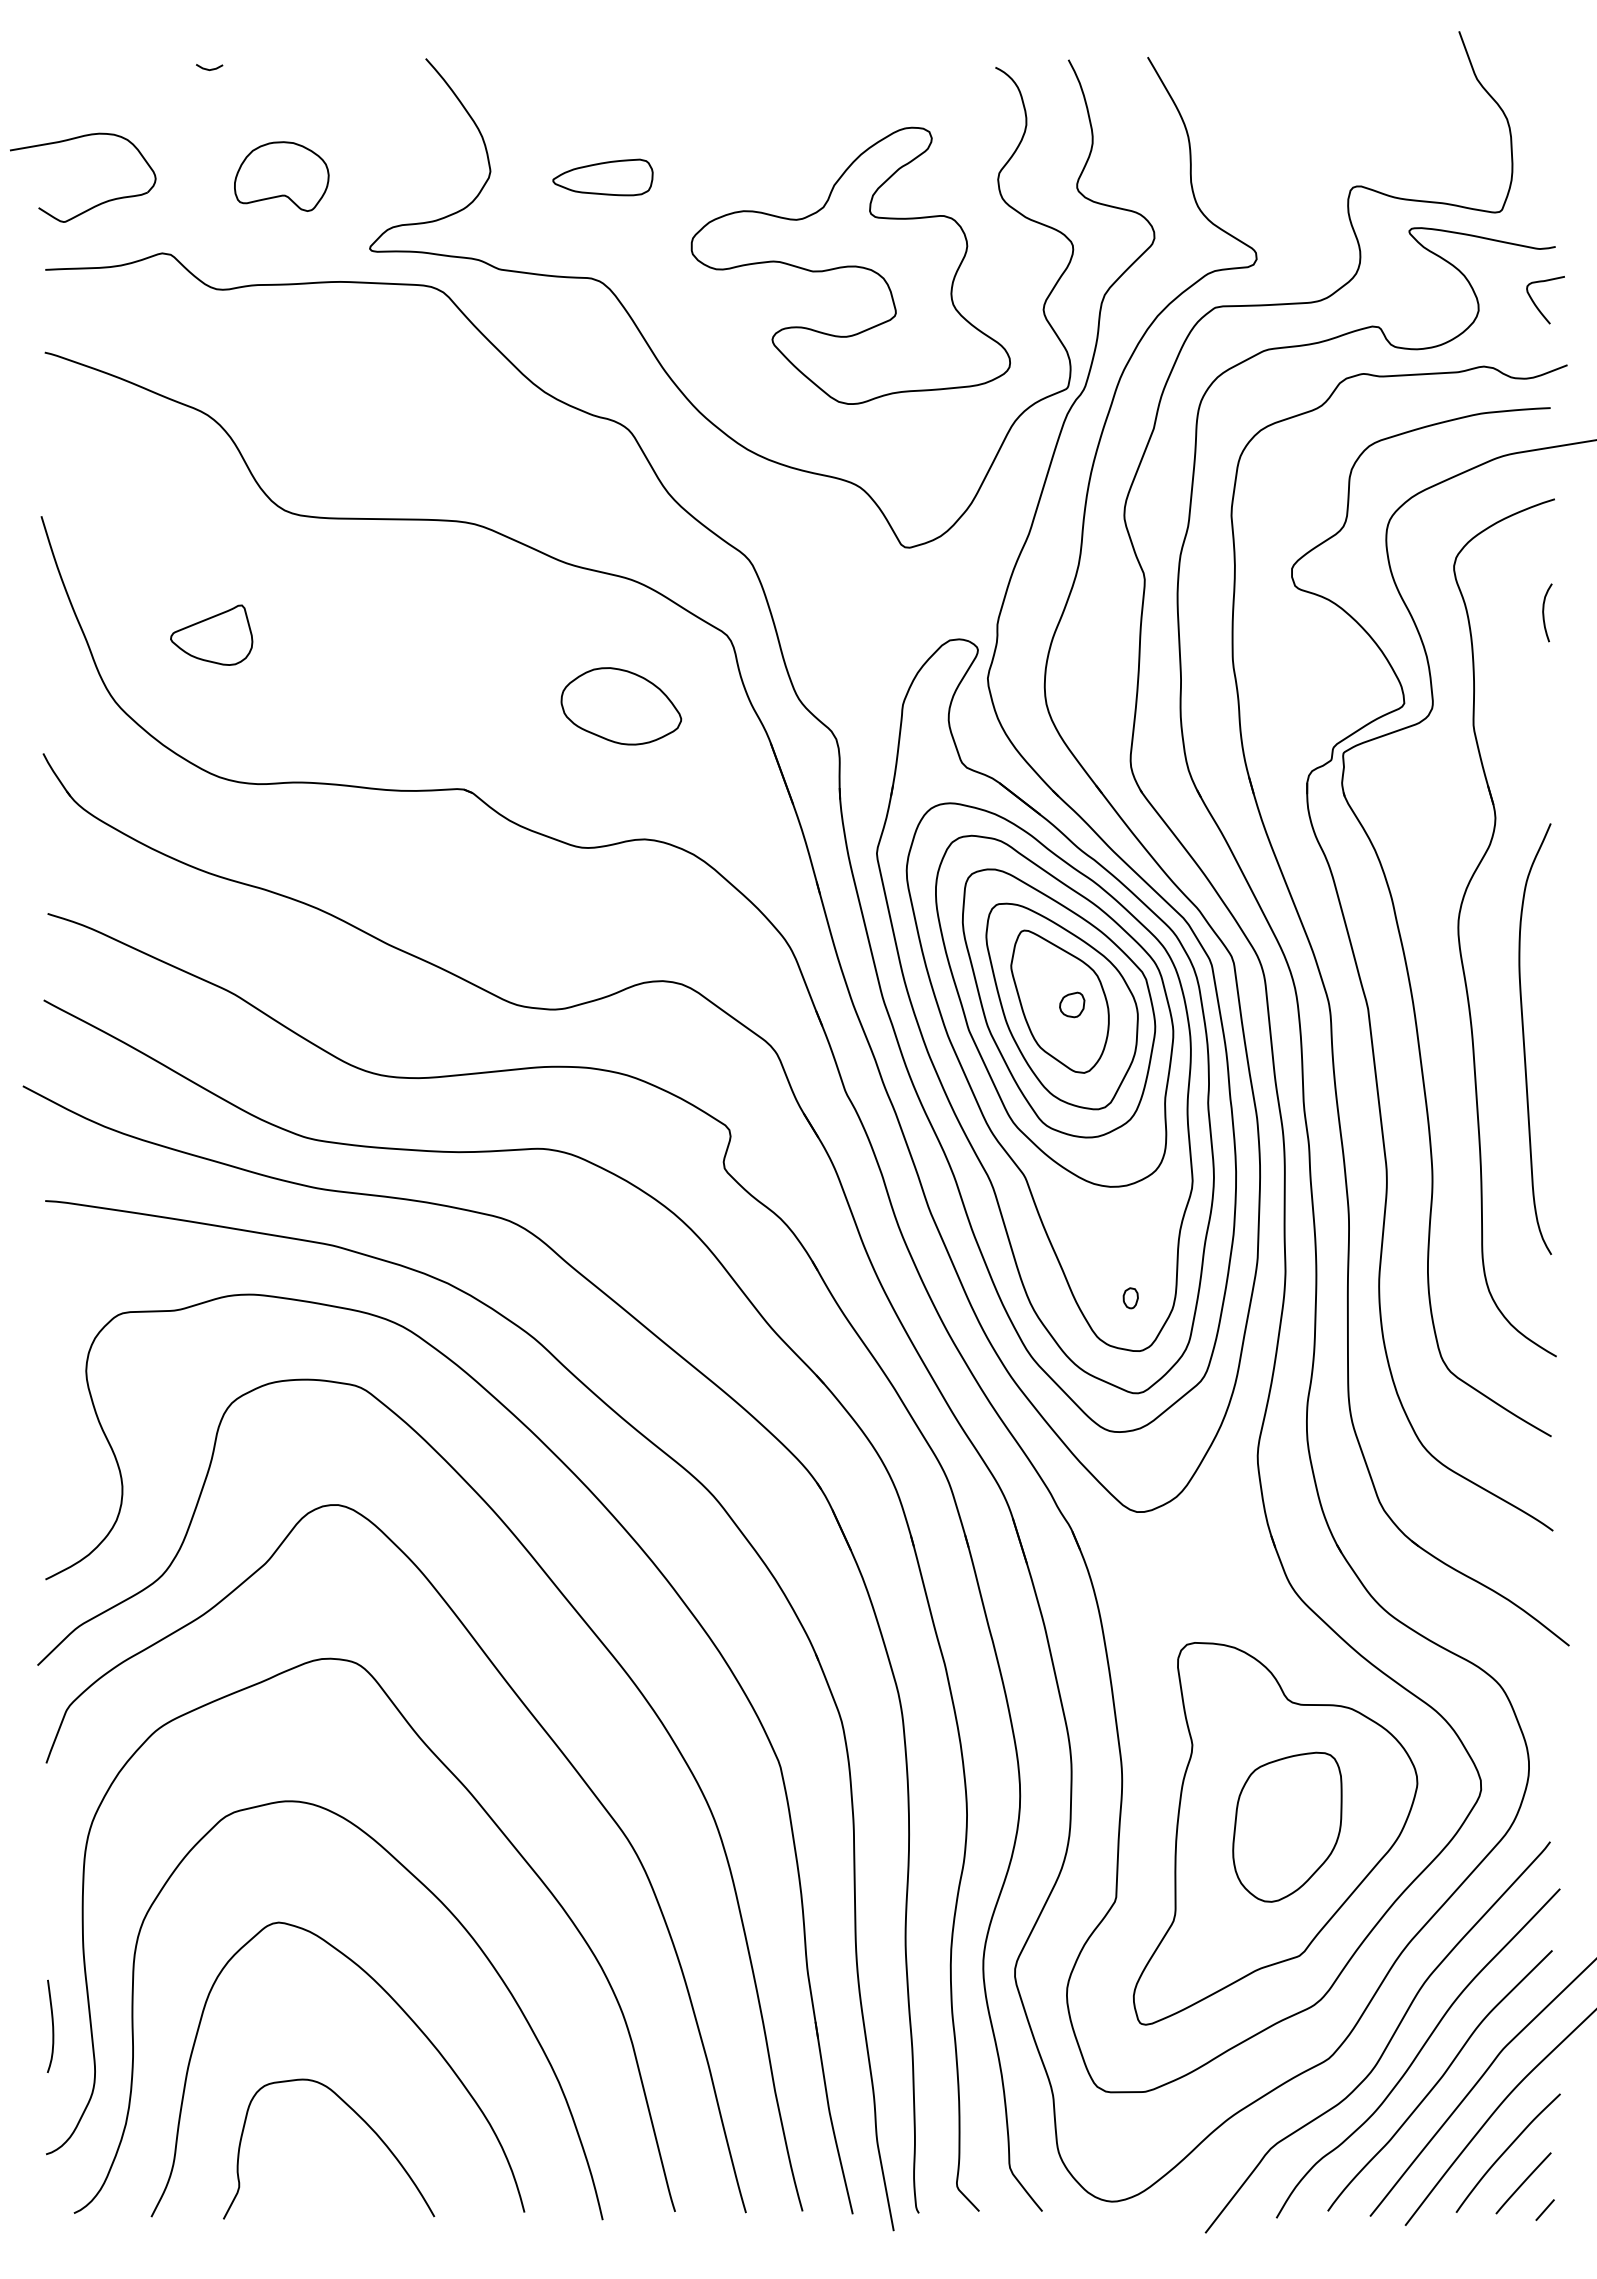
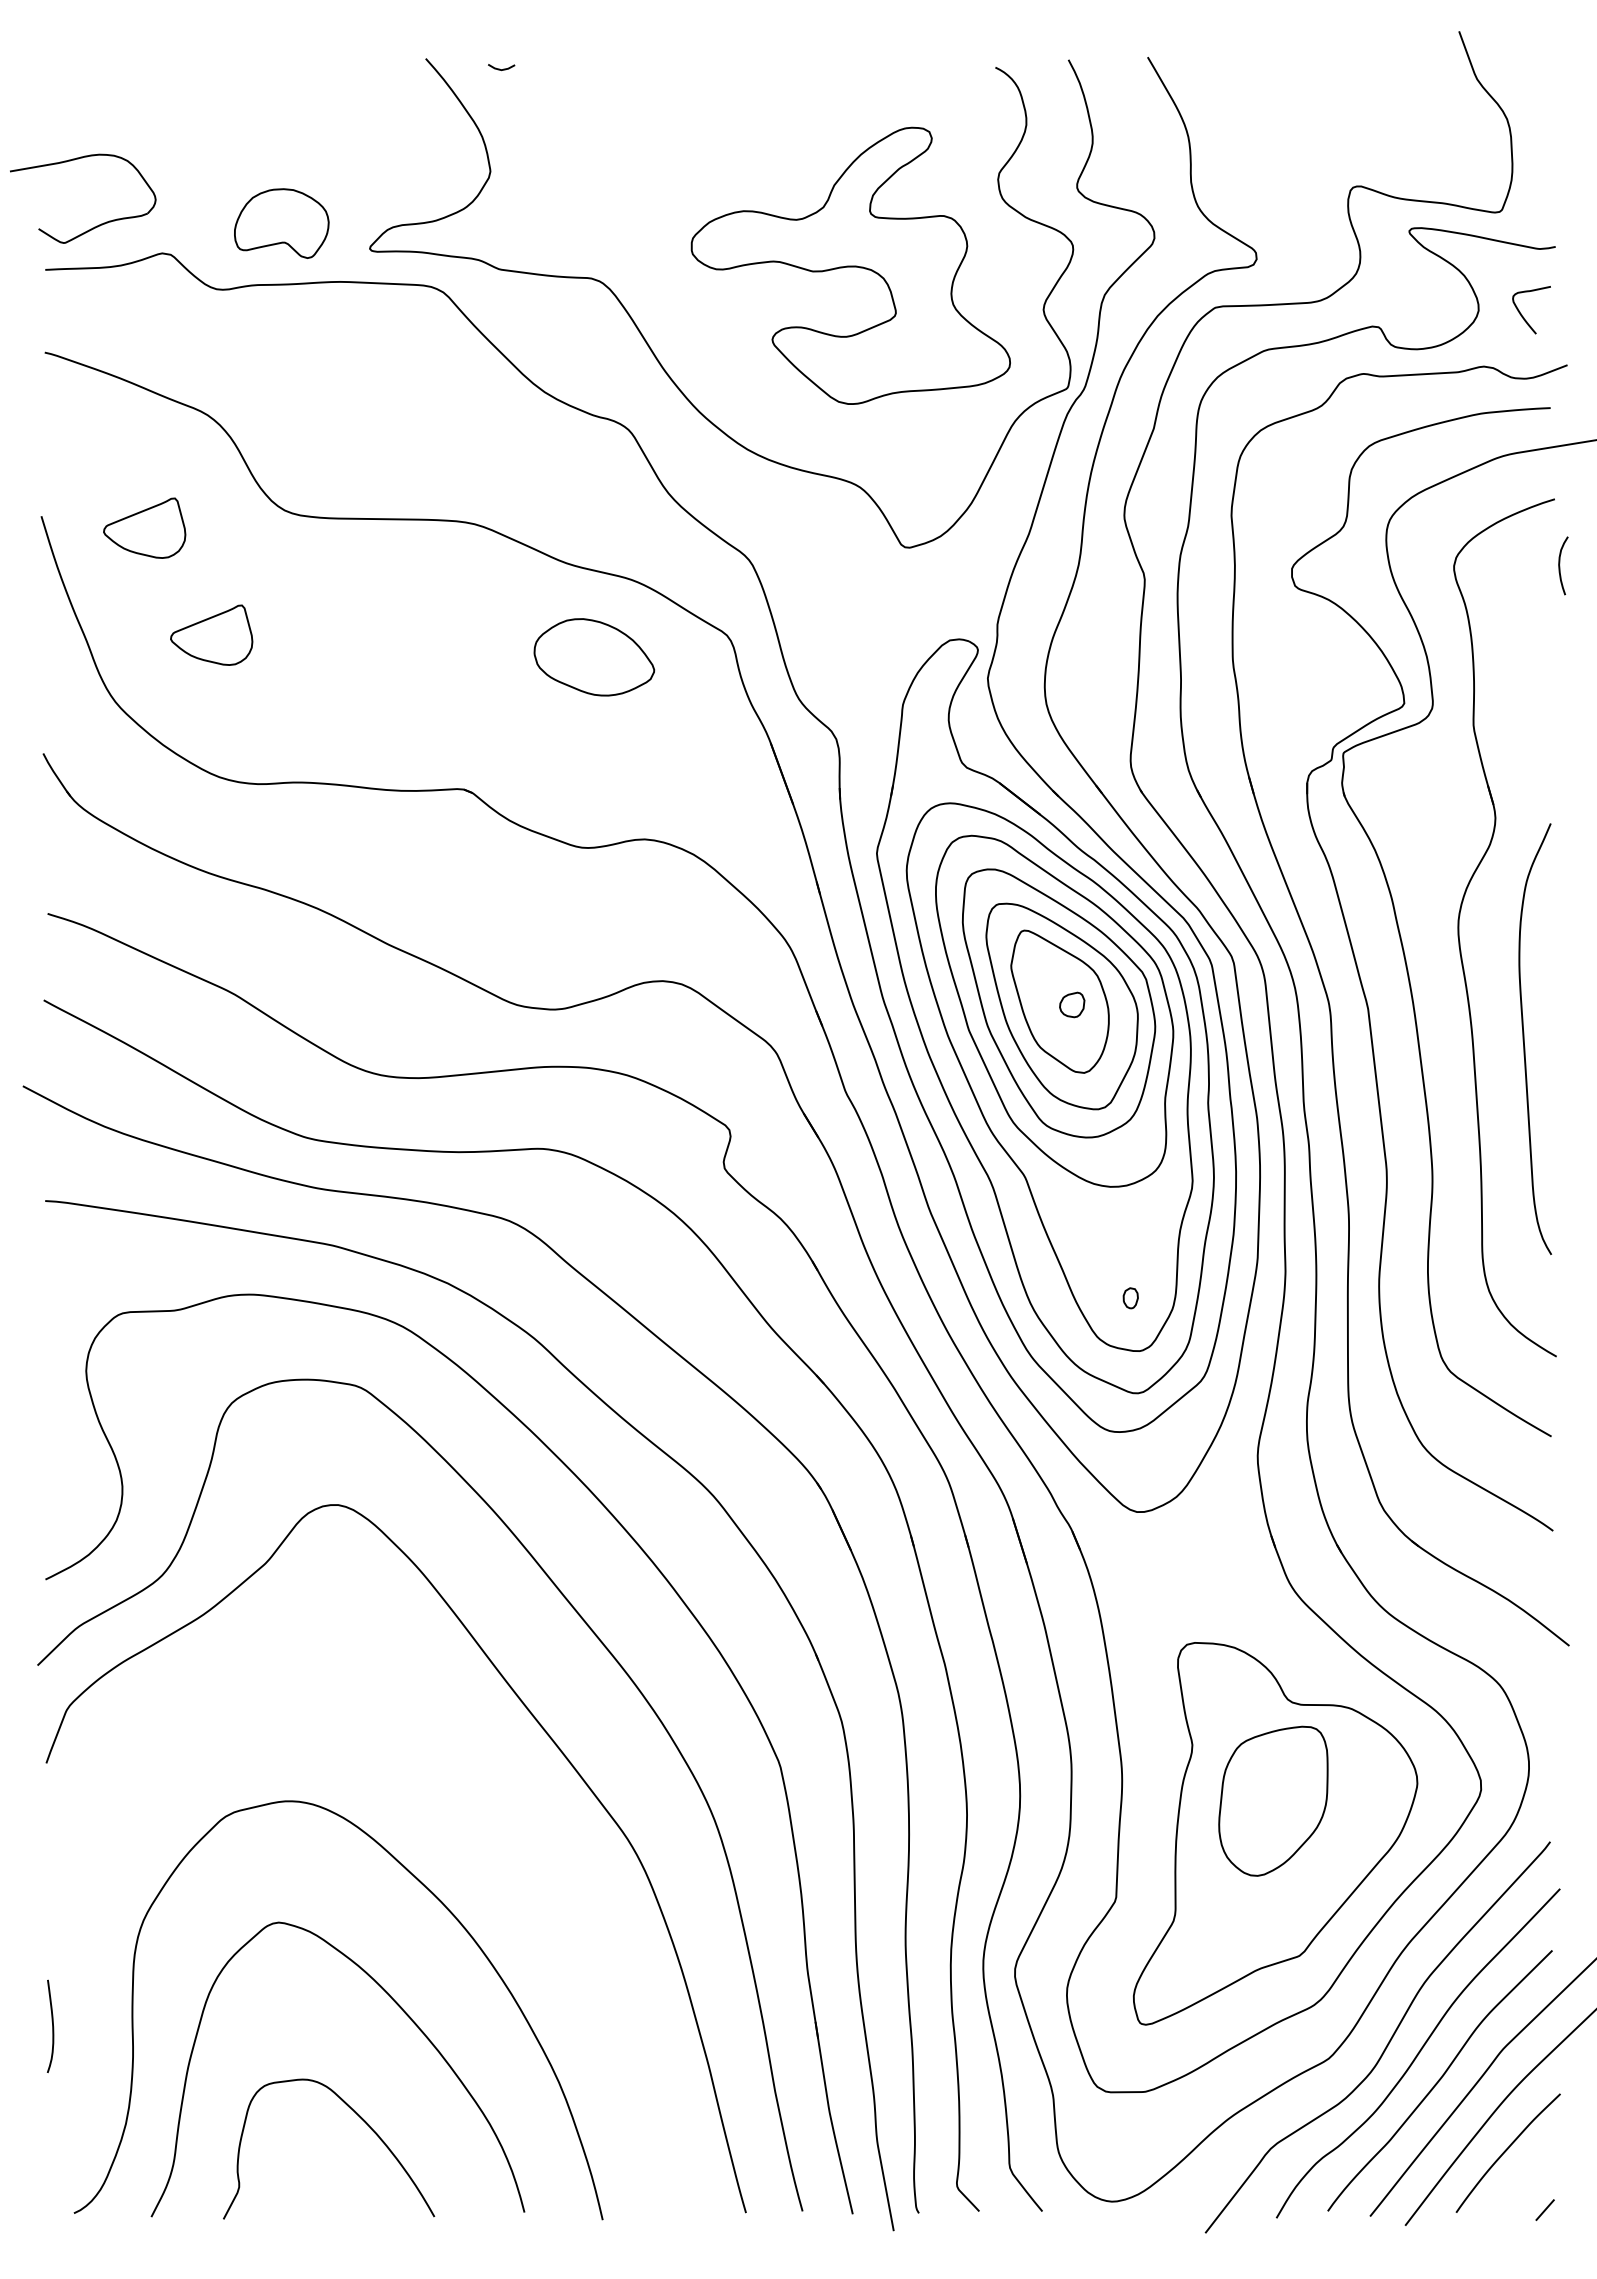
line at (209, 69) position: (209, 69) -> (501, 69)
part at (281, 176) position: (281, 176) -> (281, 223)
part at (602, 177): present -> none
part at (96, 204) position: (96, 204) -> (96, 225)
curve at (1538, 307) position: (1538, 307) -> (1524, 317)
part at (144, 527): none -> present
curve at (1544, 612) position: (1544, 612) -> (1560, 565)
part at (621, 706) position: (621, 706) -> (594, 657)
curve at (494, 1824): present -> none
part at (1287, 1826) position: (1287, 1826) -> (1273, 1800)
line at (1523, 2183): present -> none
